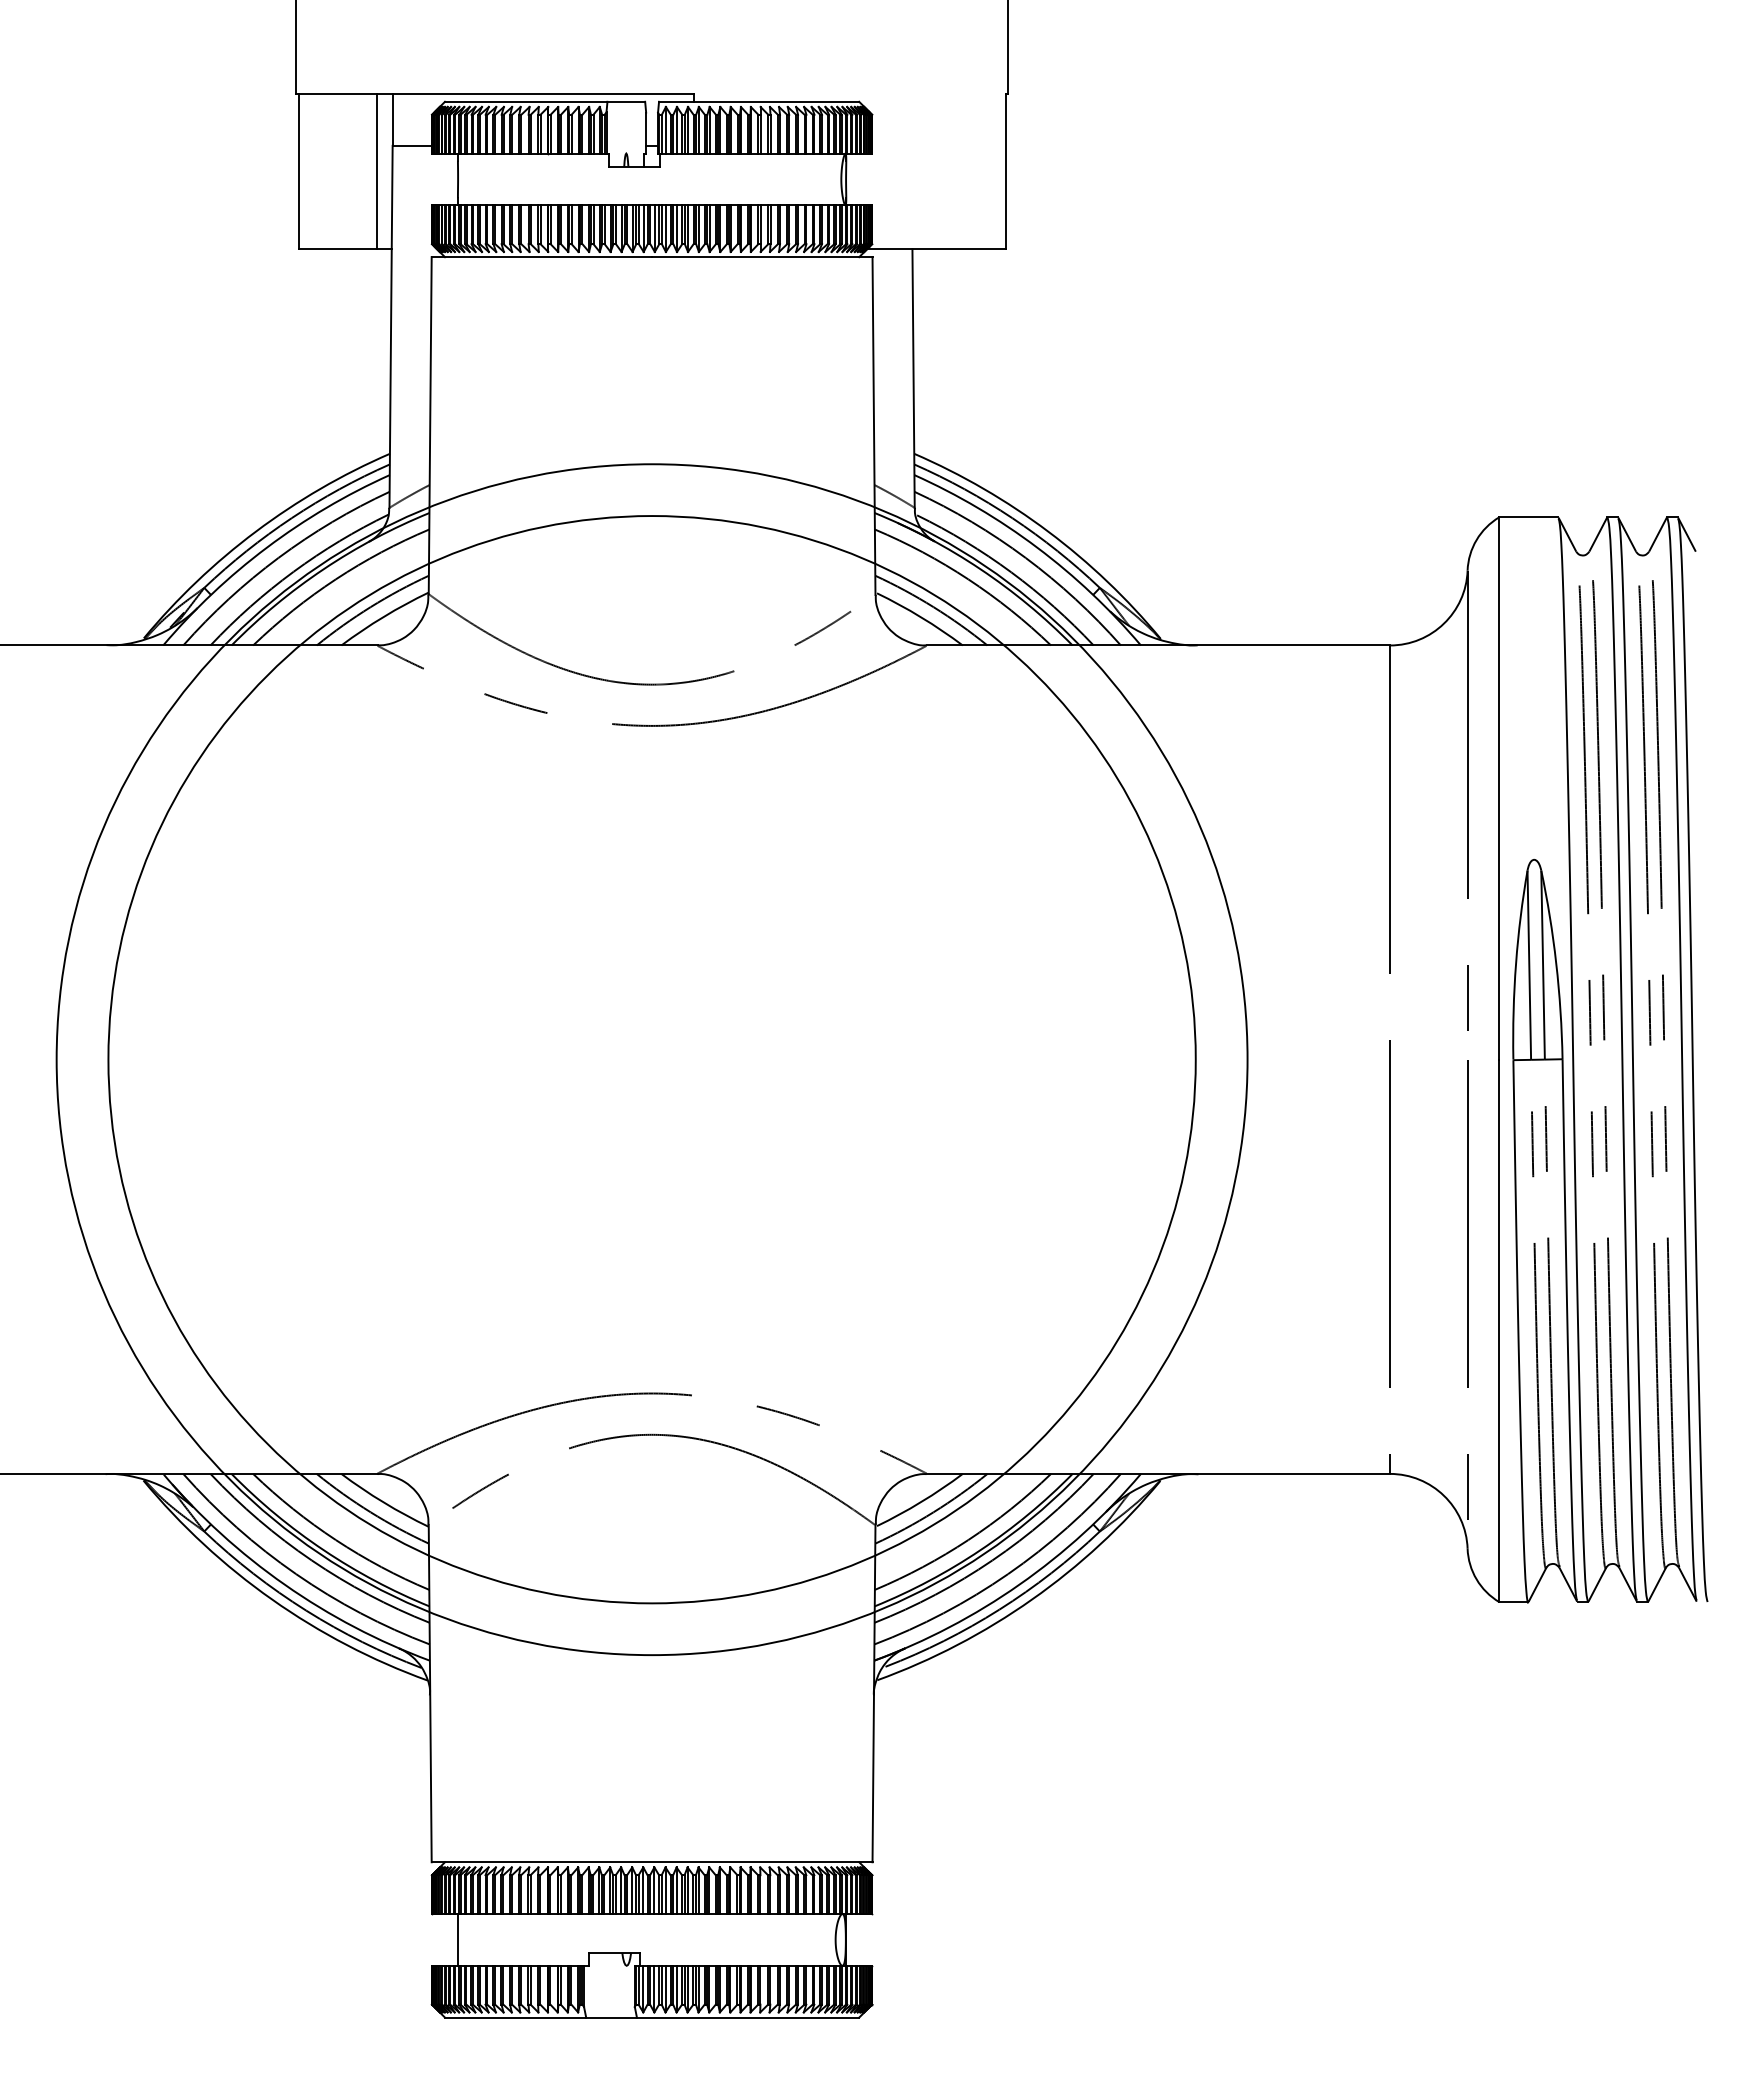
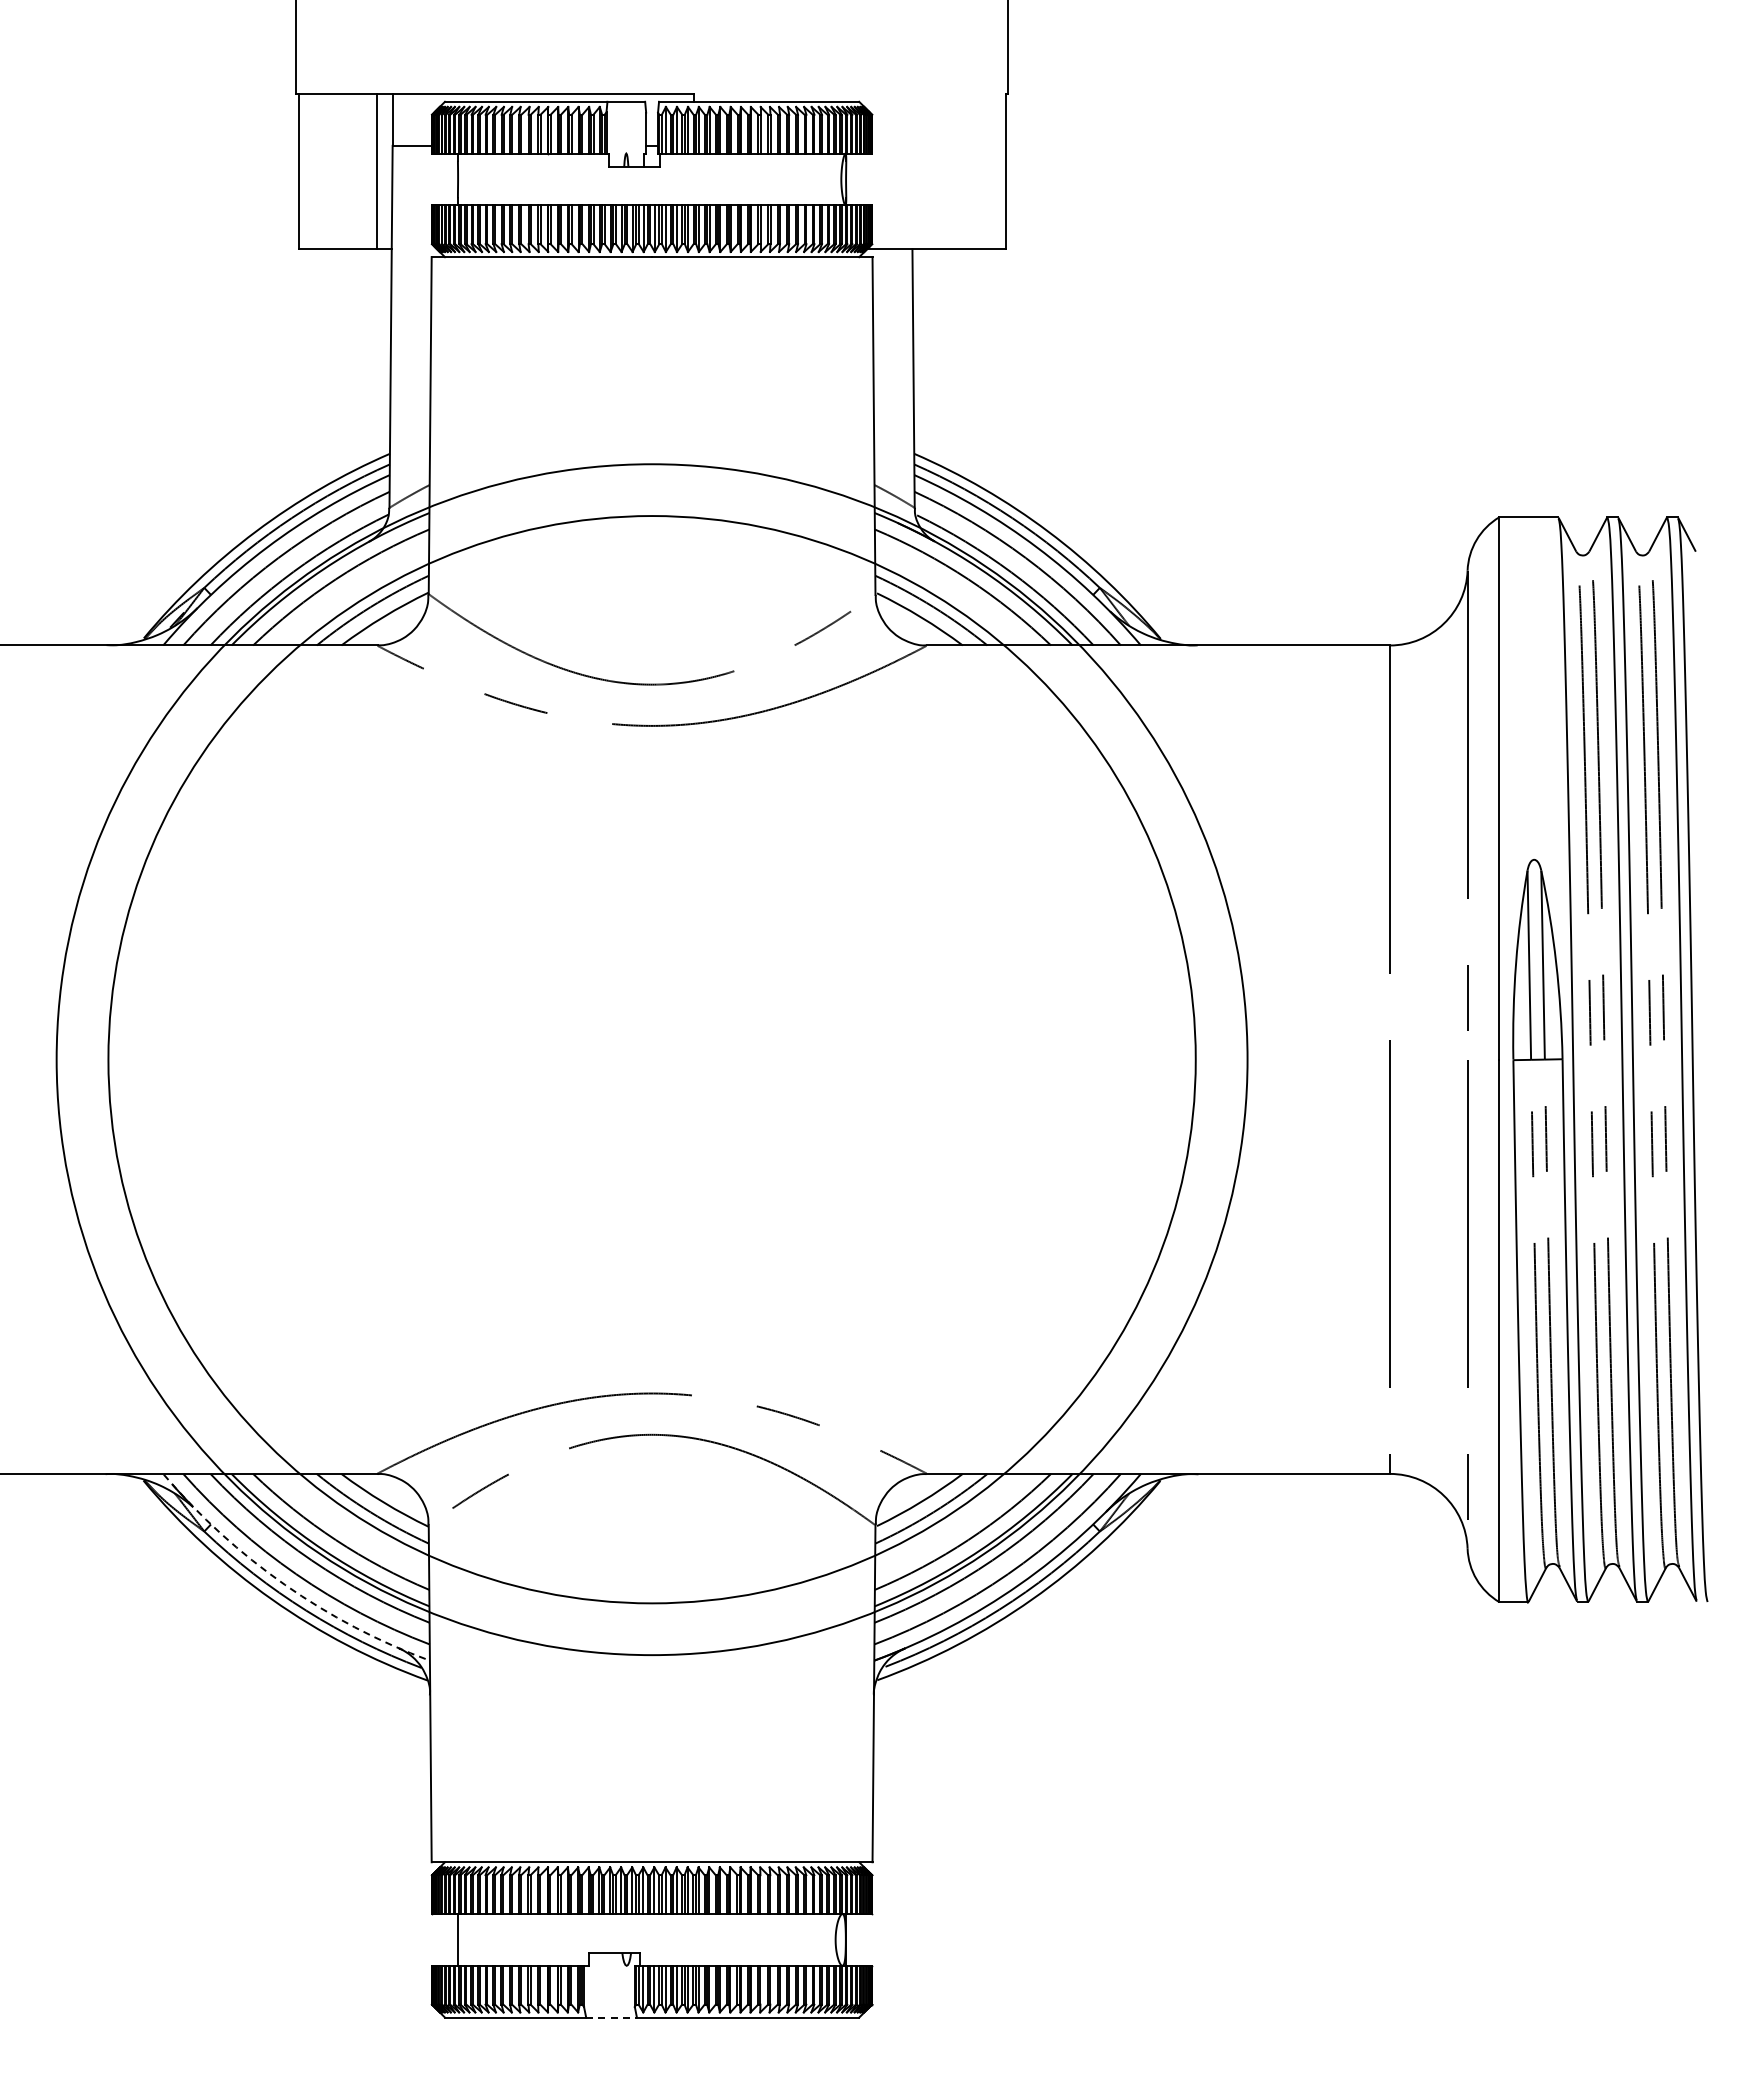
arc at (284, 1584): solid -> dashed
line at (612, 2017): solid -> dashed
